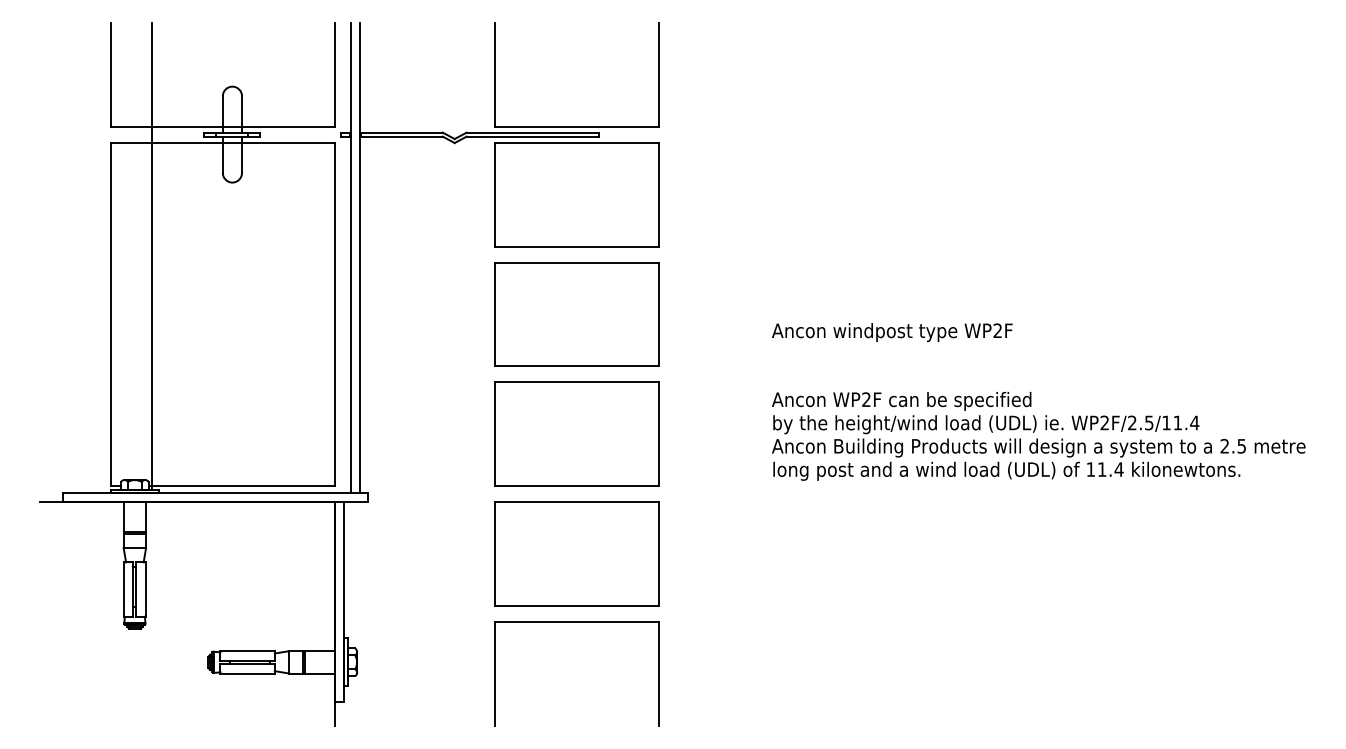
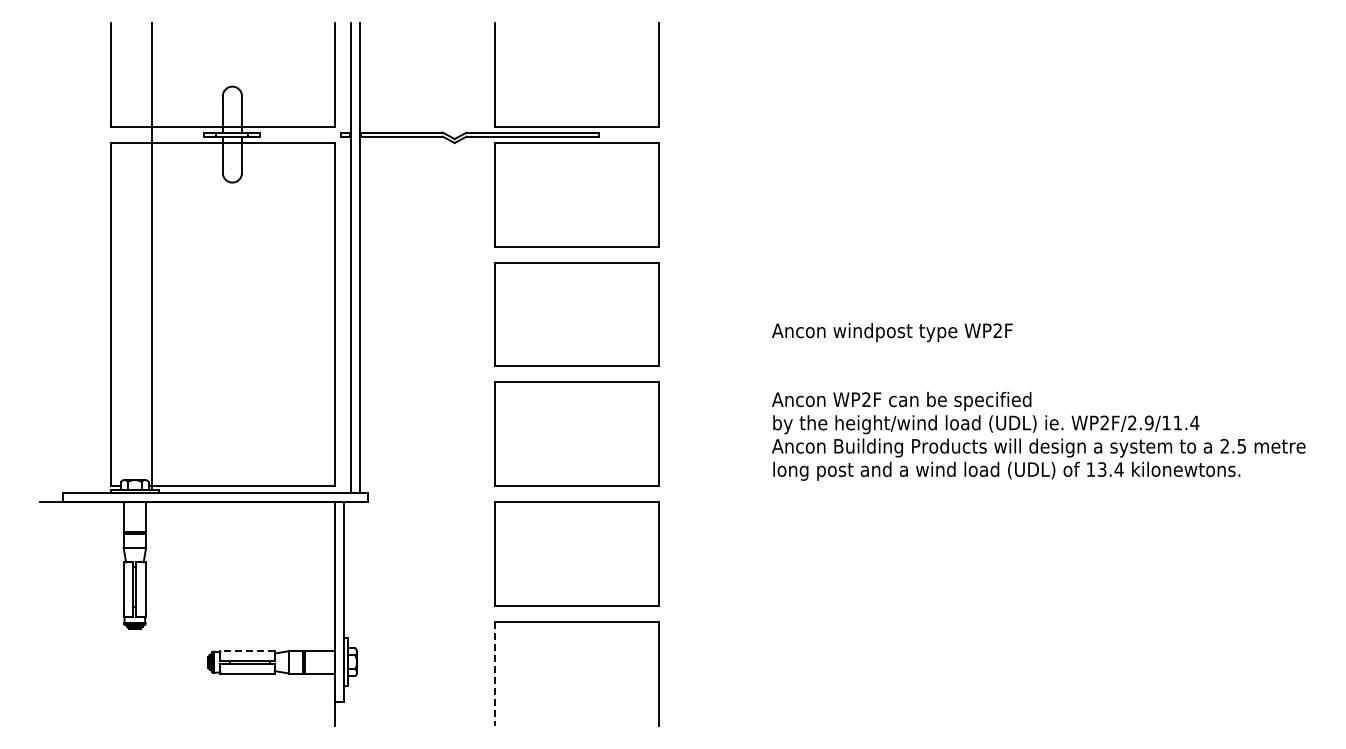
text at (1148, 422): WP2F/2.5/11.4 -> WP2F/2.9/11.4
text at (1102, 469): 11.4 -> 13.4
line at (247, 651): solid -> dashed
line at (494, 674): solid -> dashed
